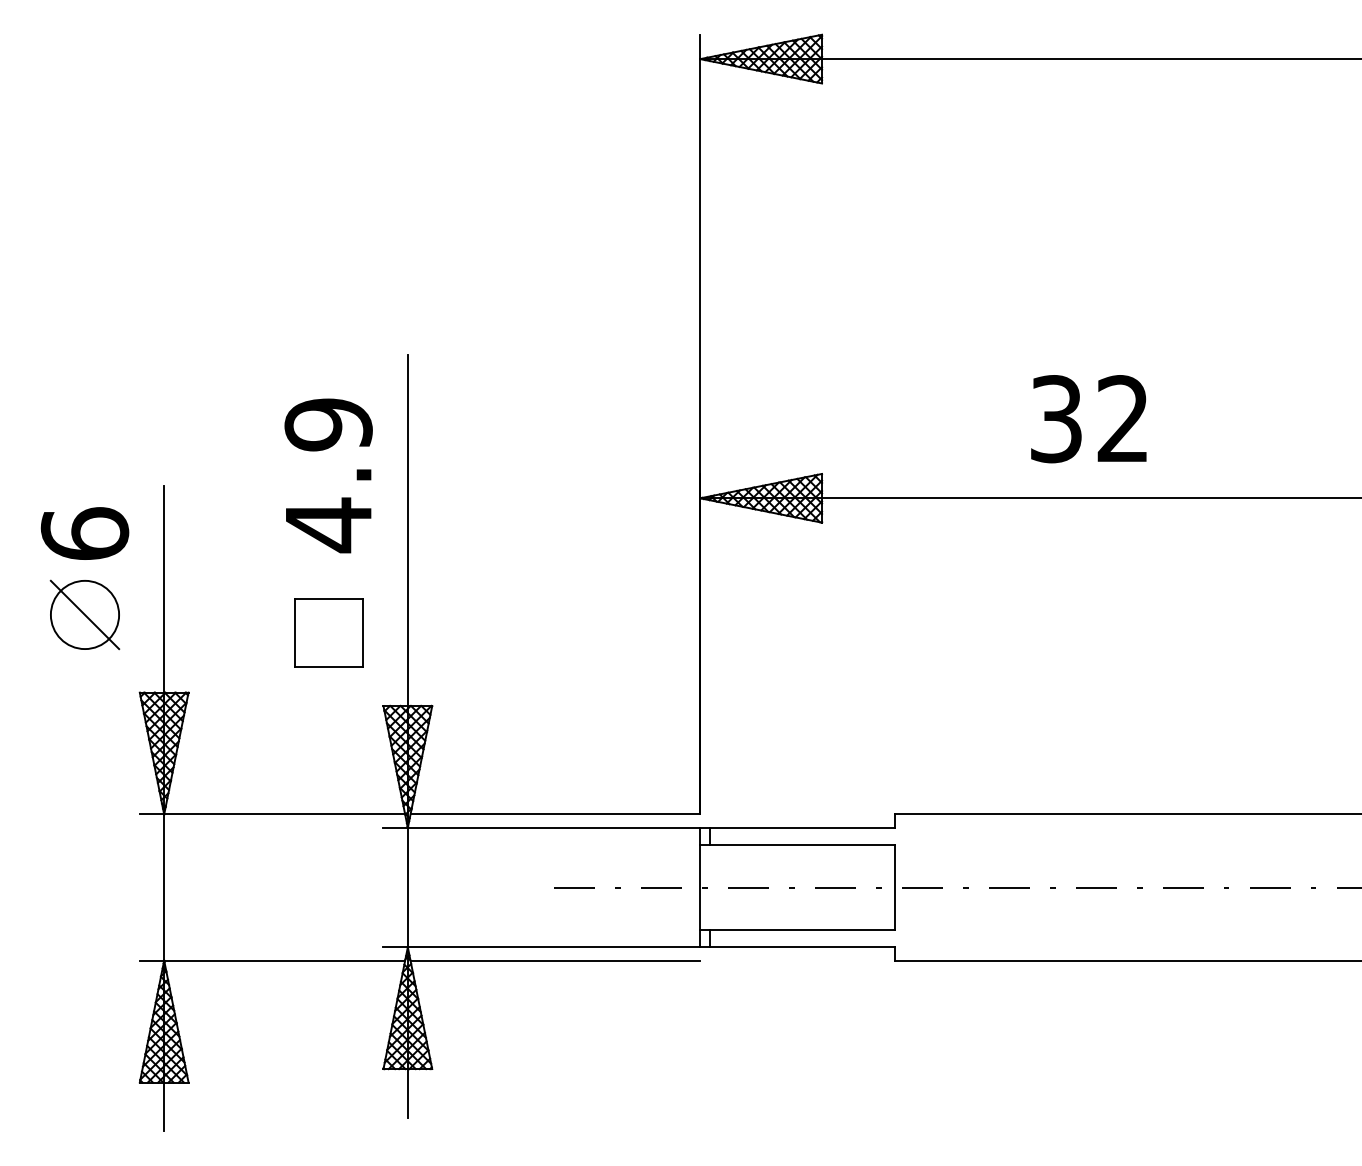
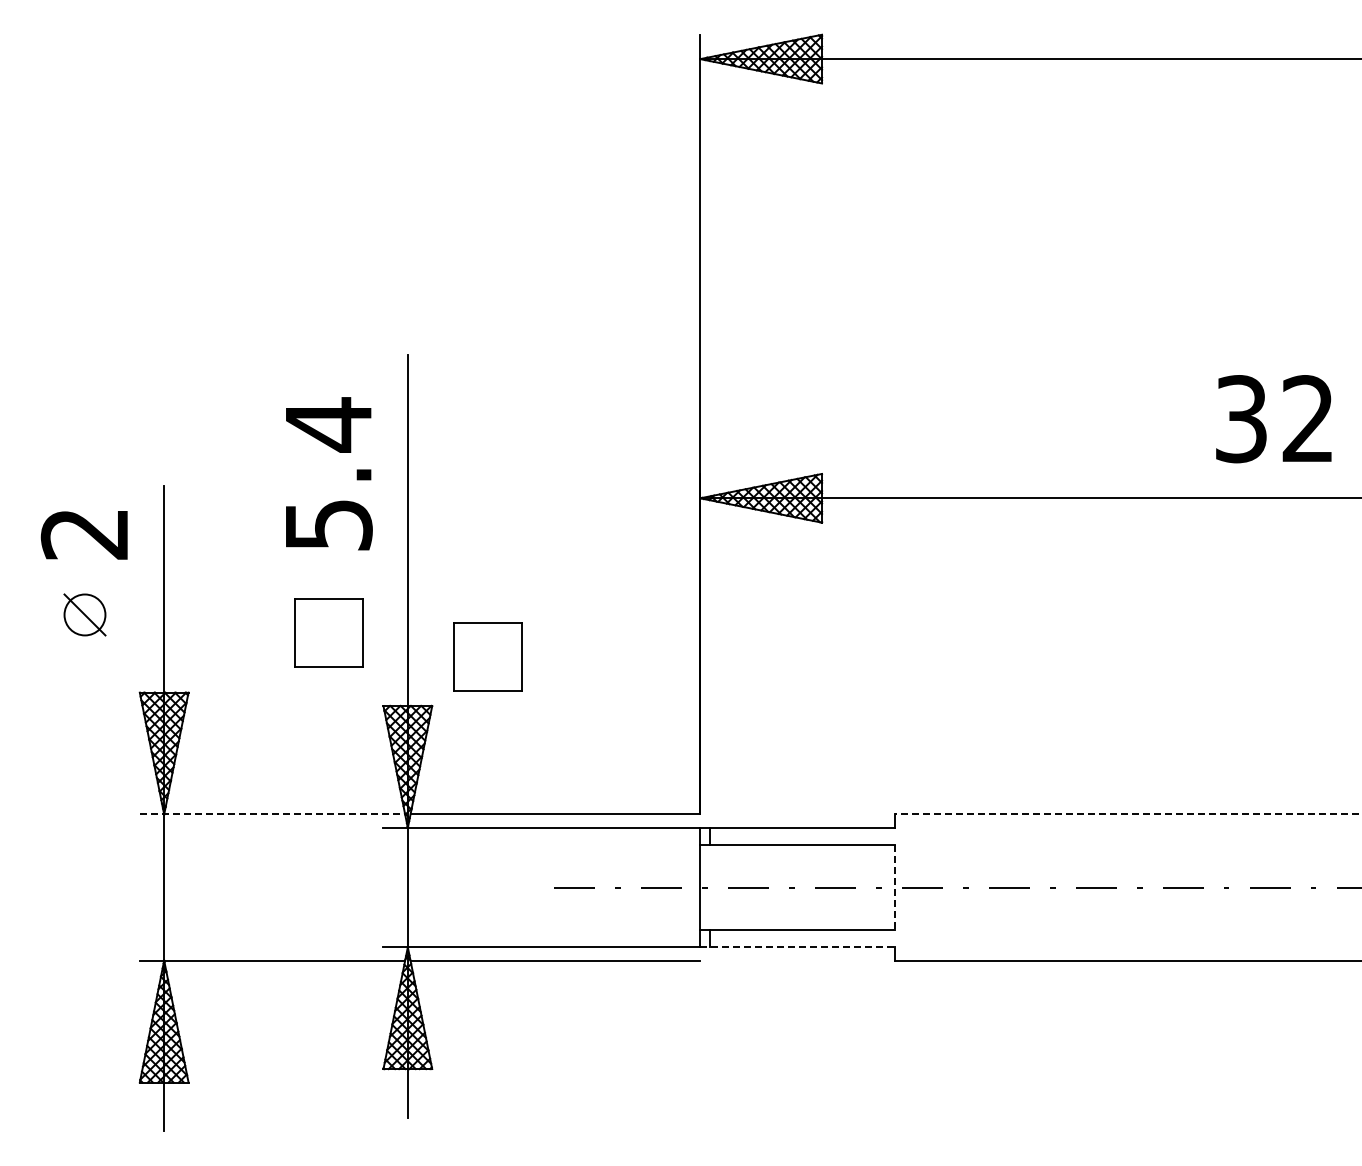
text at (1088, 419) position: (1088, 419) -> (1273, 419)
text at (328, 475): 4.9 -> 5.4
text at (84, 533): 6 -> 2
part at (84, 614) size: 72x72 px -> 44x44 px
part at (487, 656): none -> present
line at (272, 814): solid -> dashed
line at (1128, 814): solid -> dashed
line at (895, 888): solid -> dashed
line at (798, 947): solid -> dashed
